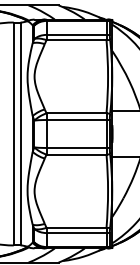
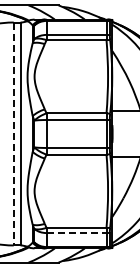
line at (13, 134): solid -> dashed
line at (76, 233): solid -> dashed
